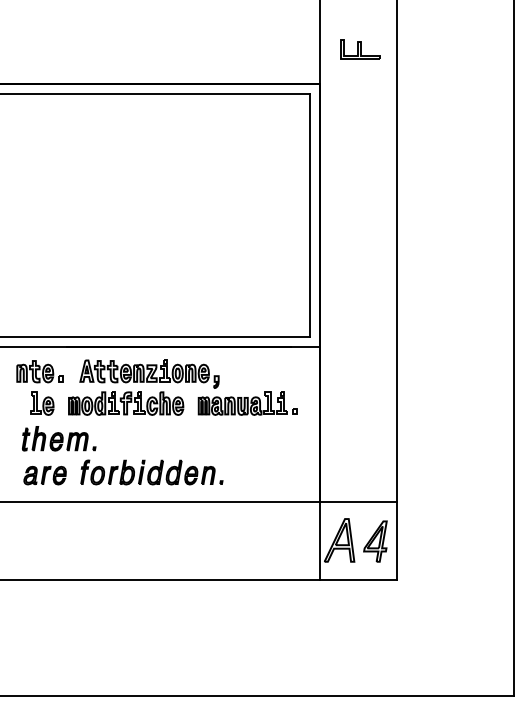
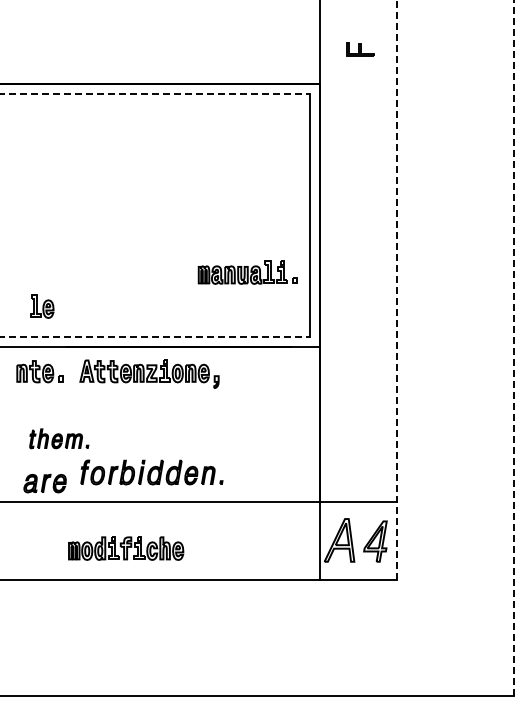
part at (360, 49) size: 41x21 px -> 29x15 px
line at (155, 94): solid -> dashed
line at (397, 289): solid -> dashed
line at (155, 337): solid -> dashed
line at (514, 348): solid -> dashed
part at (42, 403) position: (42, 403) -> (42, 306)
part at (126, 403) position: (126, 403) -> (126, 548)
part at (247, 403) position: (247, 403) -> (247, 272)
part at (59, 438) size: 75x26 px -> 61x22 px
part at (44, 475) position: (44, 475) -> (44, 483)
